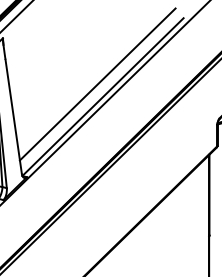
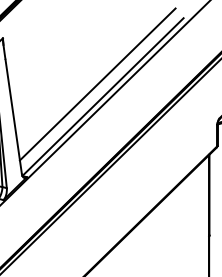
line at (16, 16): present -> none
